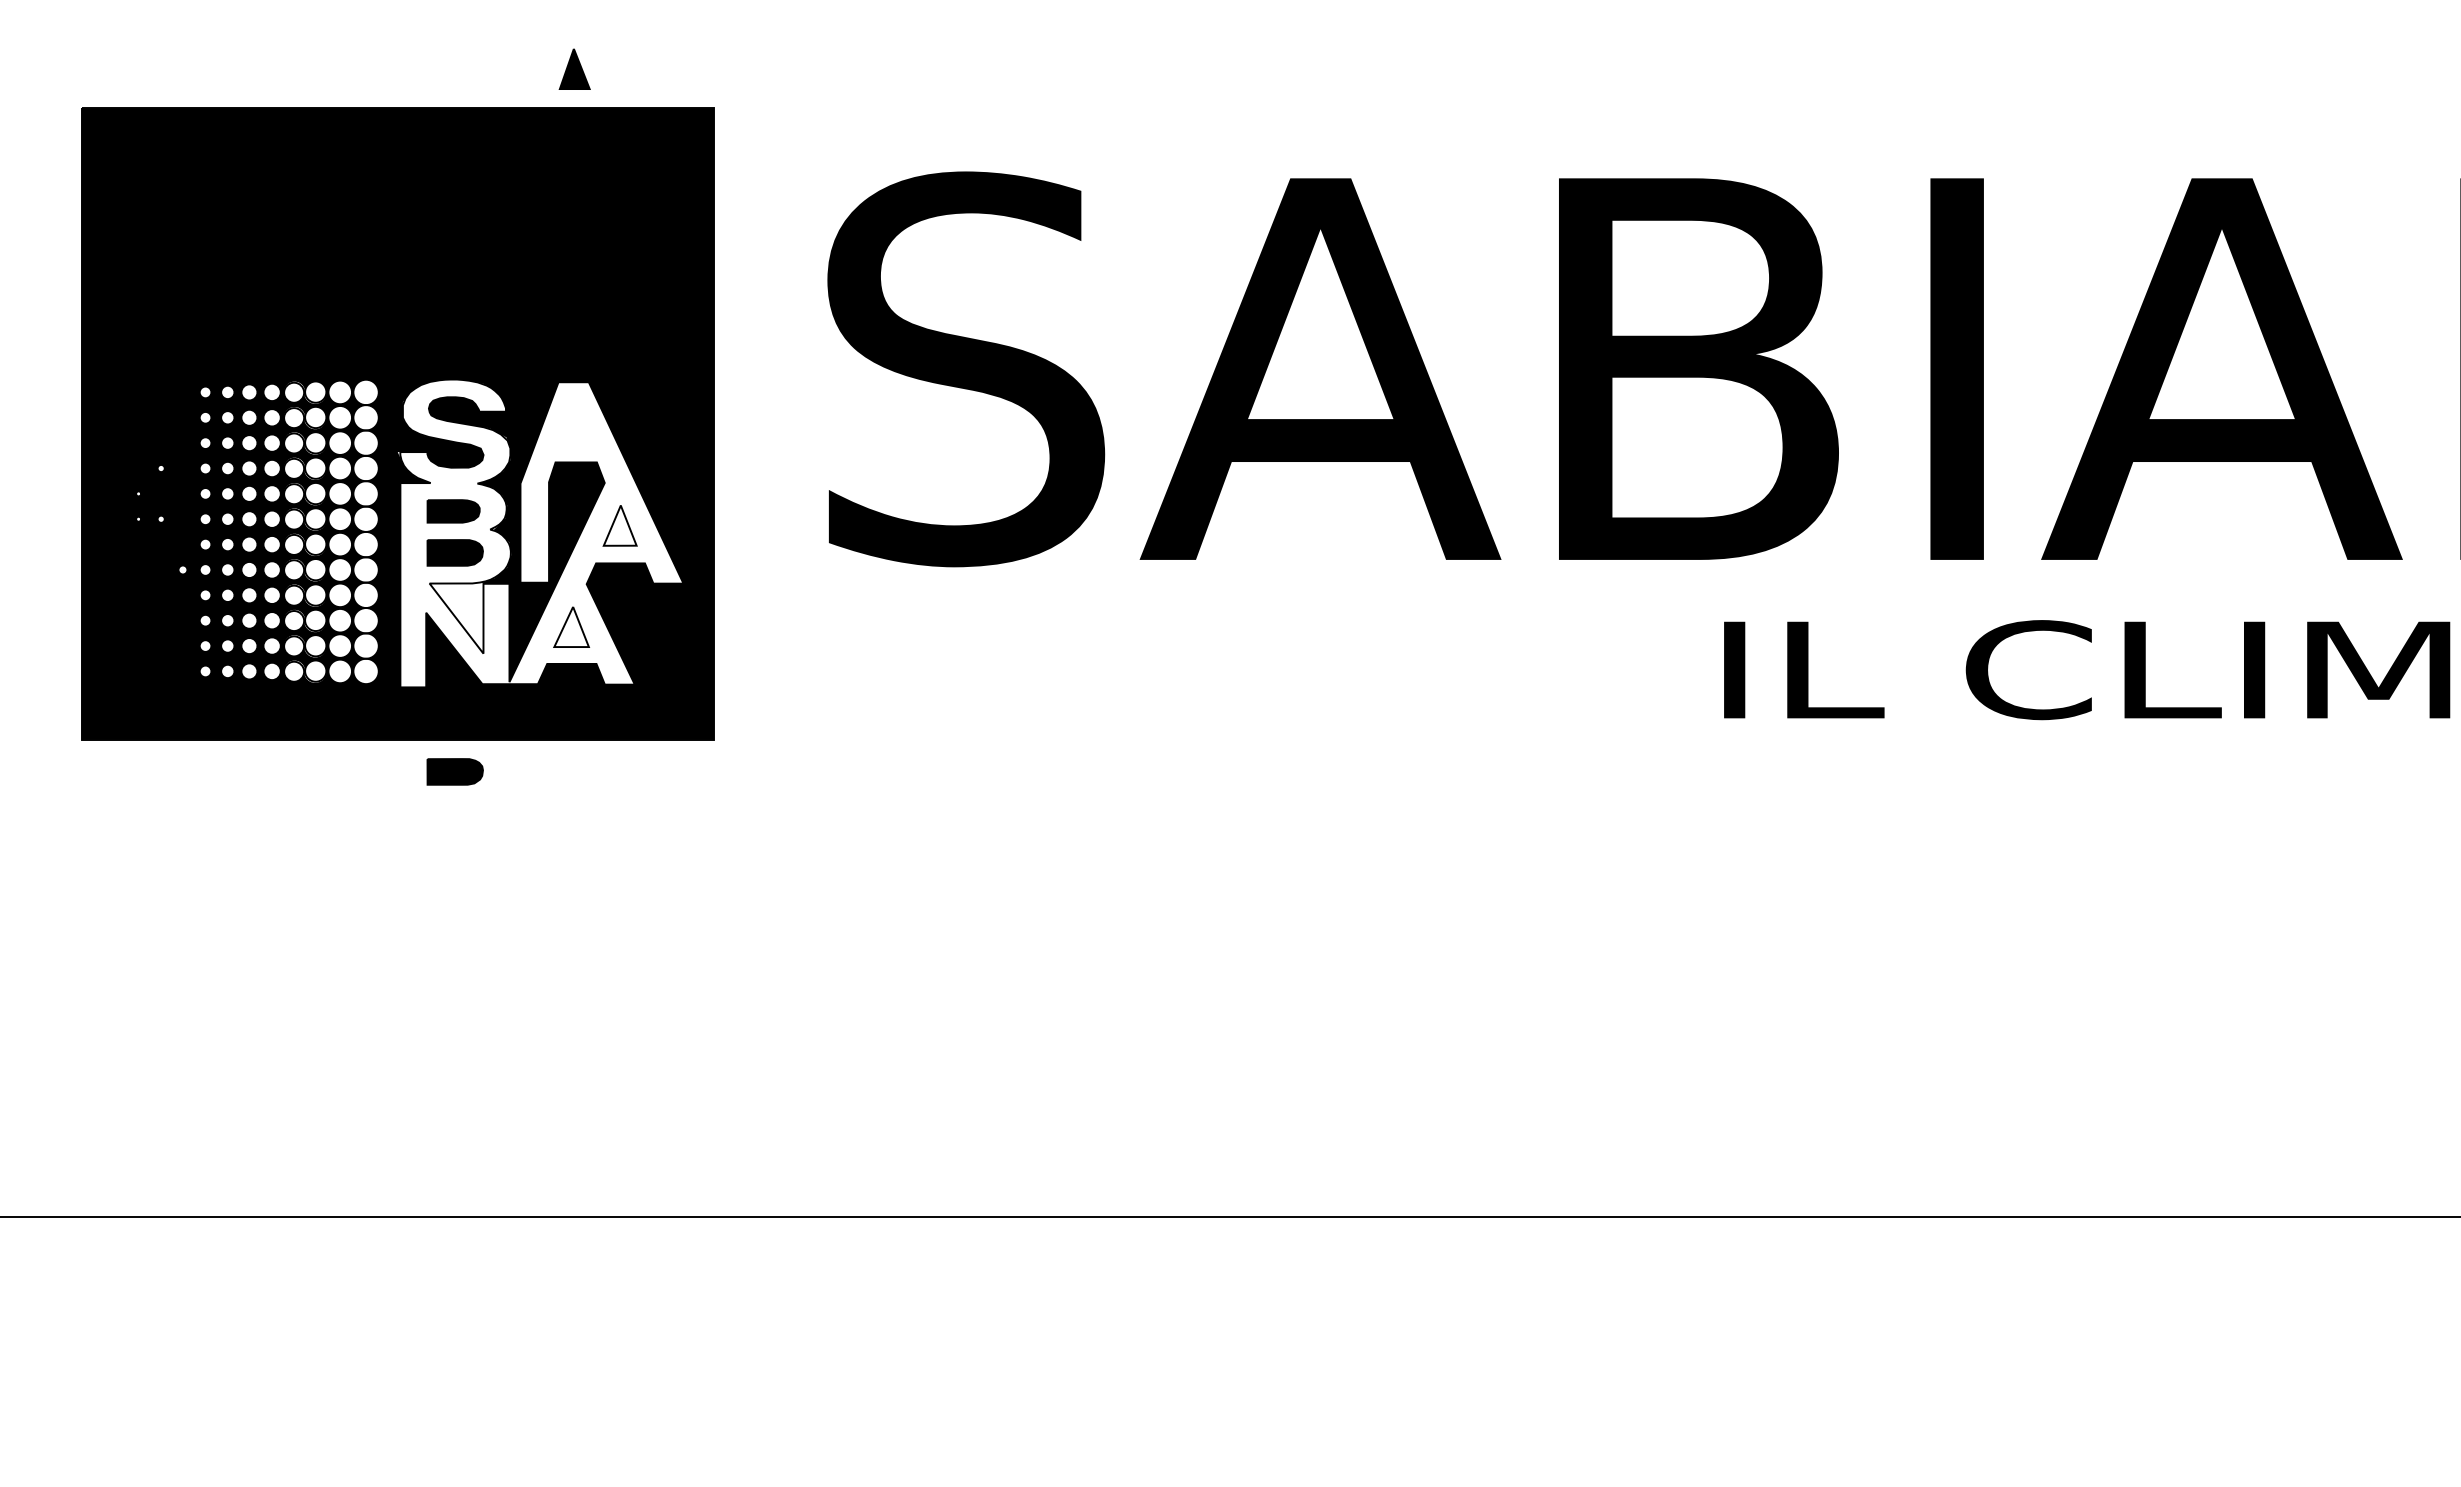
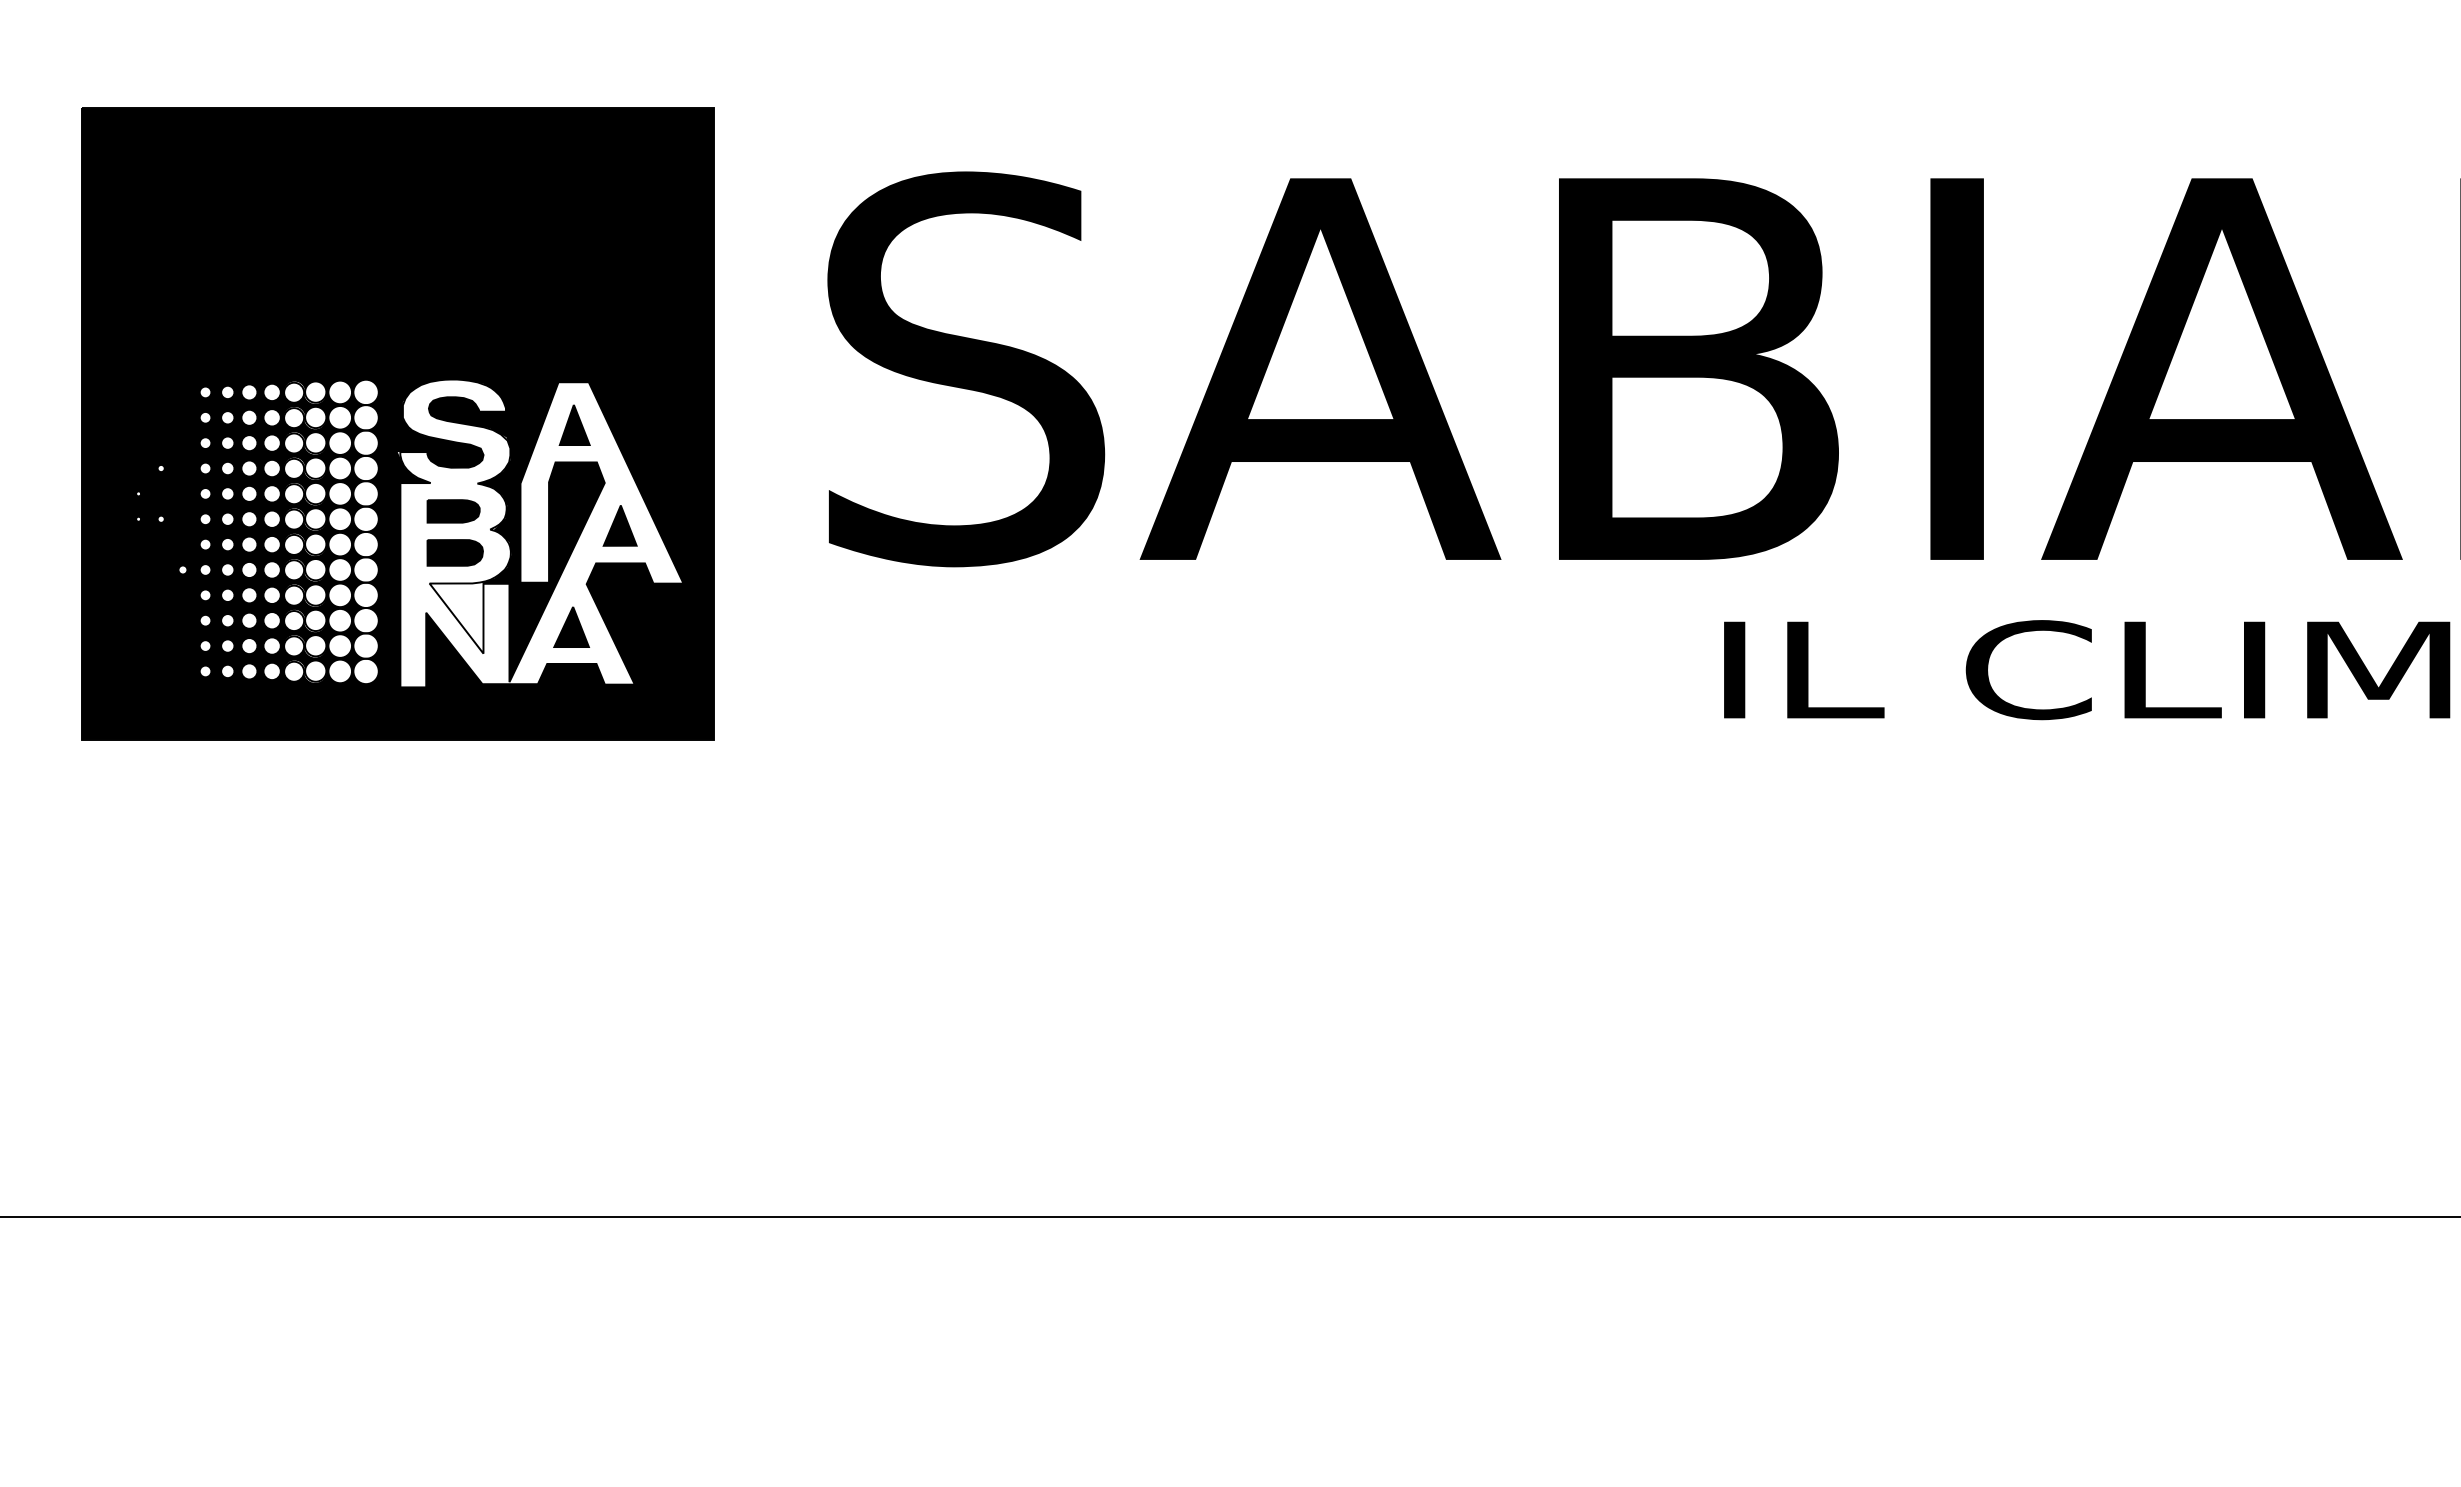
part at (574, 68) position: (574, 68) -> (574, 424)
fill at (619, 525): none -> present
fill at (571, 626): none -> present
part at (454, 771): present -> none
